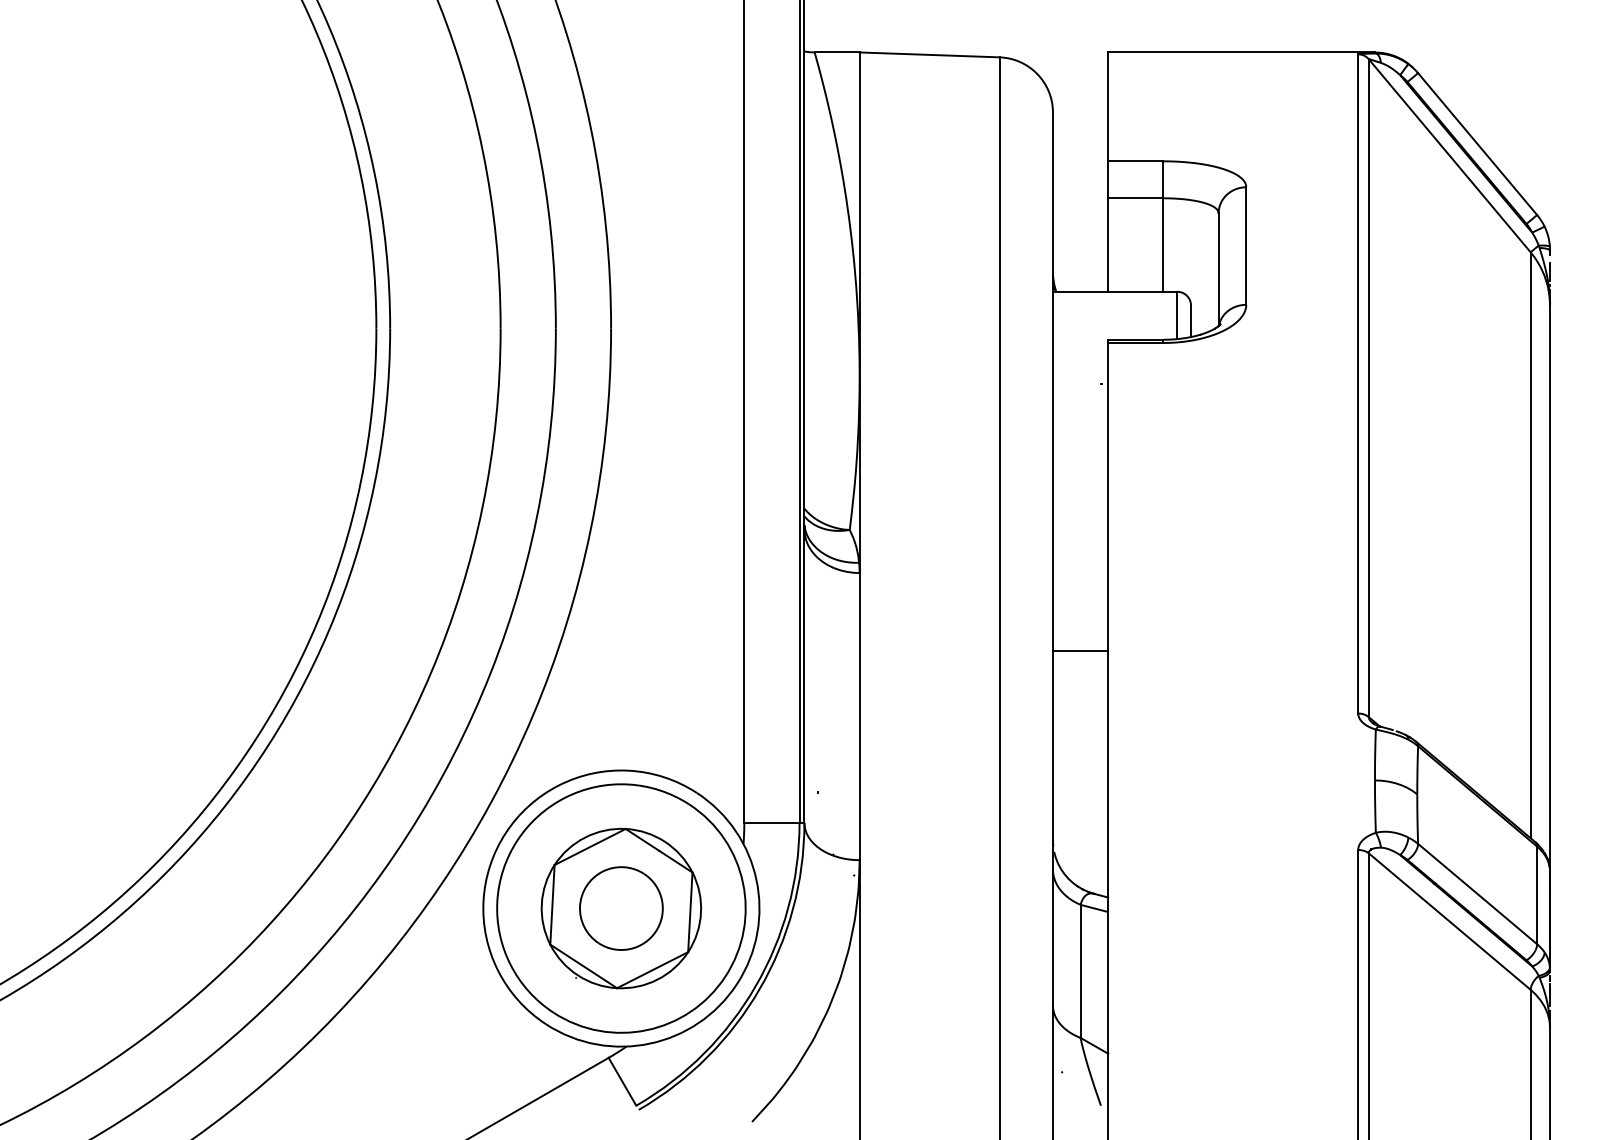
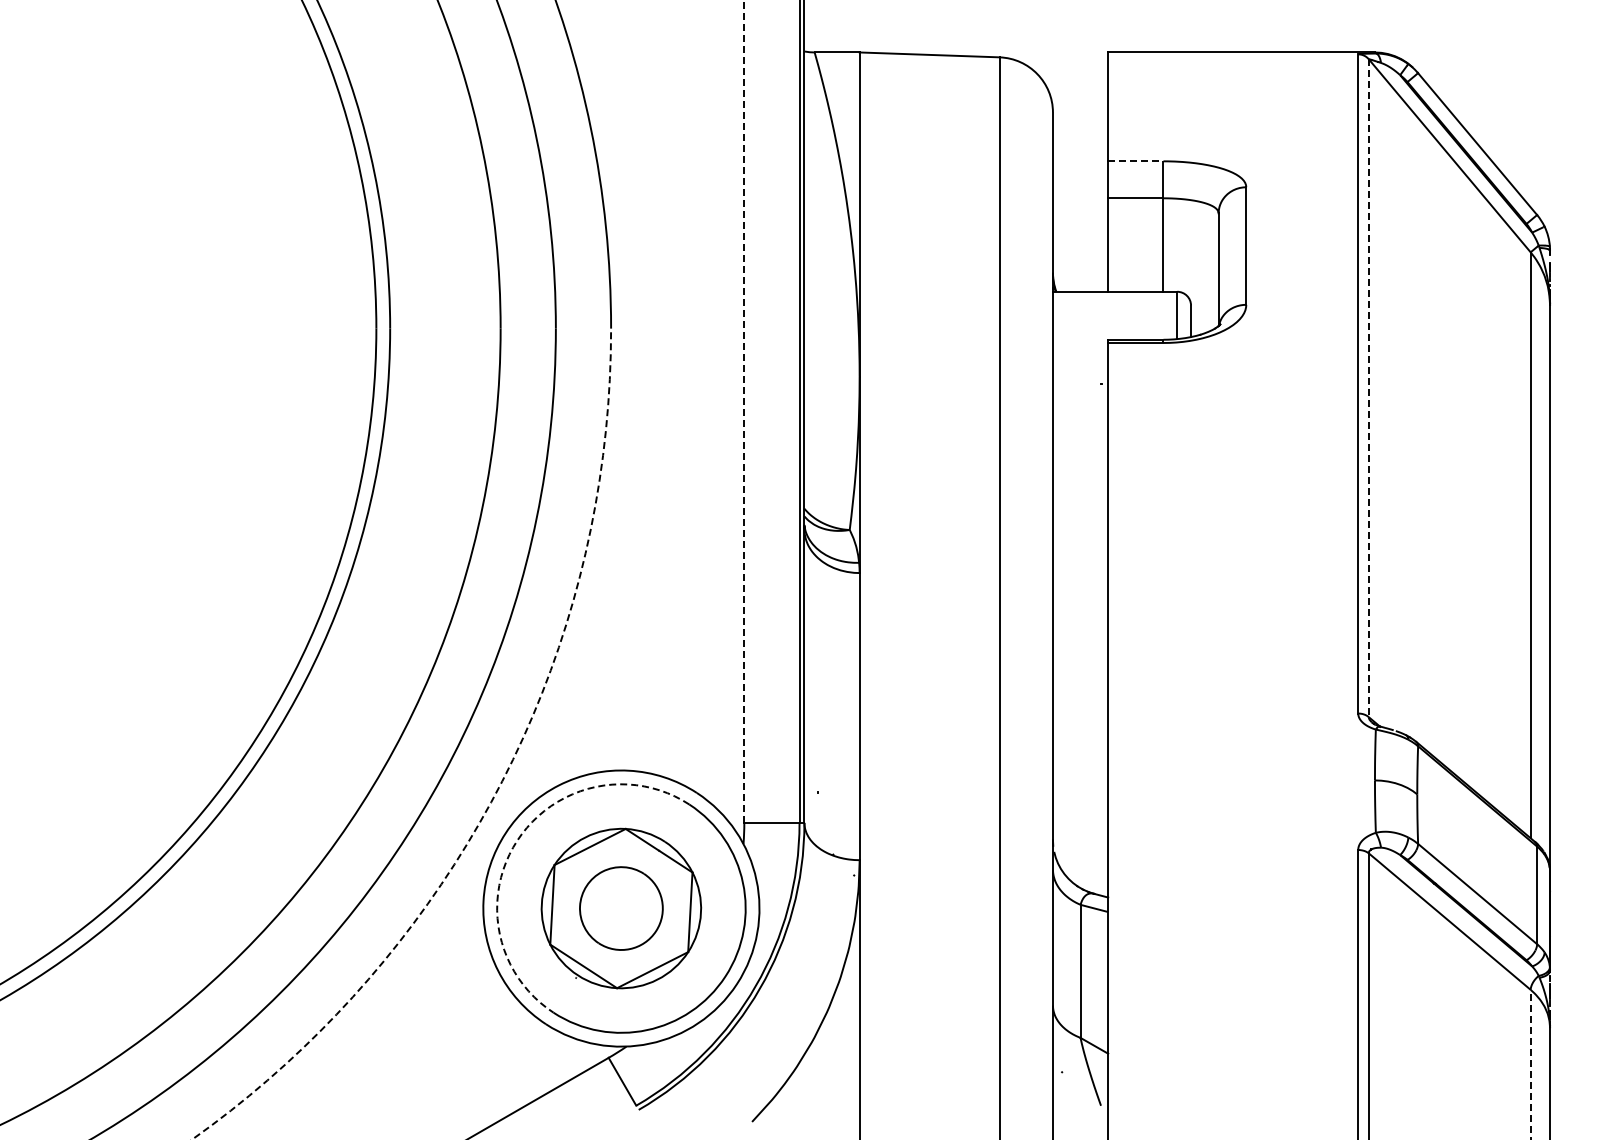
line at (1135, 161): solid -> dashed
line at (1368, 388): solid -> dashed
line at (744, 411): solid -> dashed
line at (1080, 650): present -> none
arc at (501, 782): solid -> dashed
arc at (517, 840): solid -> dashed
line at (1530, 1064): solid -> dashed
